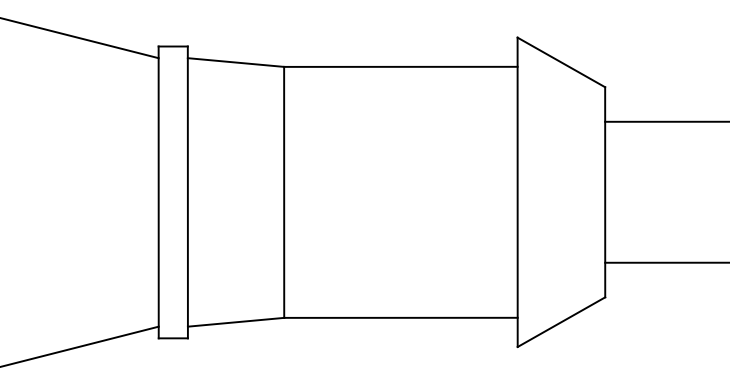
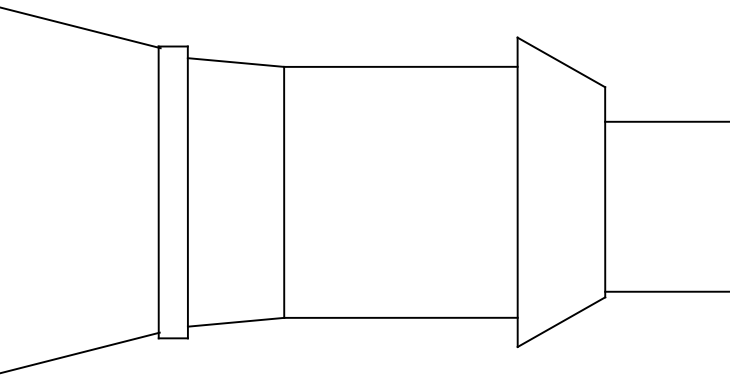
line at (80, 38) position: (80, 38) -> (81, 27)
line at (665, 262) position: (665, 262) -> (665, 291)
line at (80, 346) position: (80, 346) -> (80, 352)
